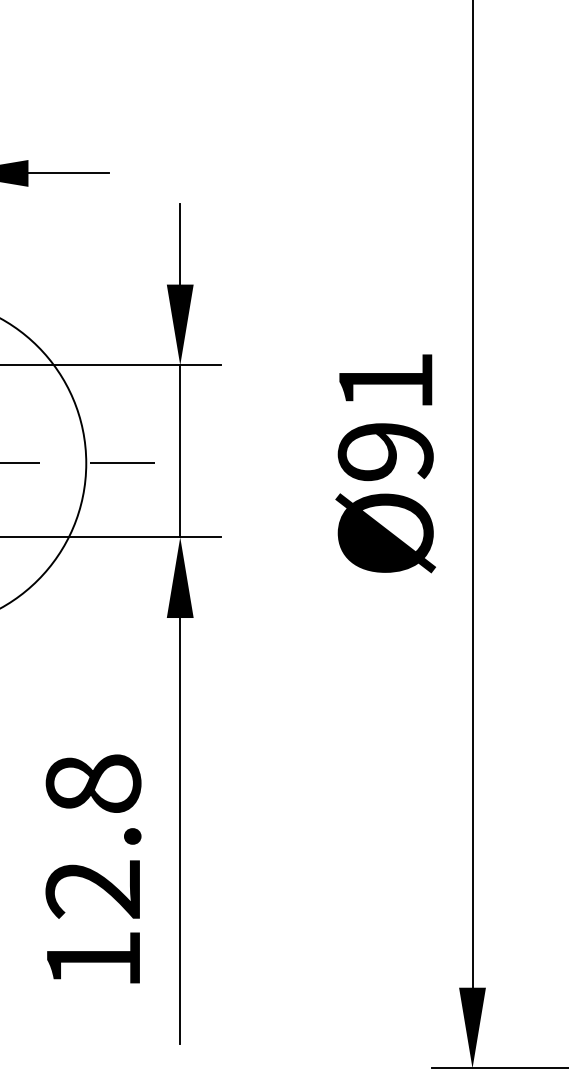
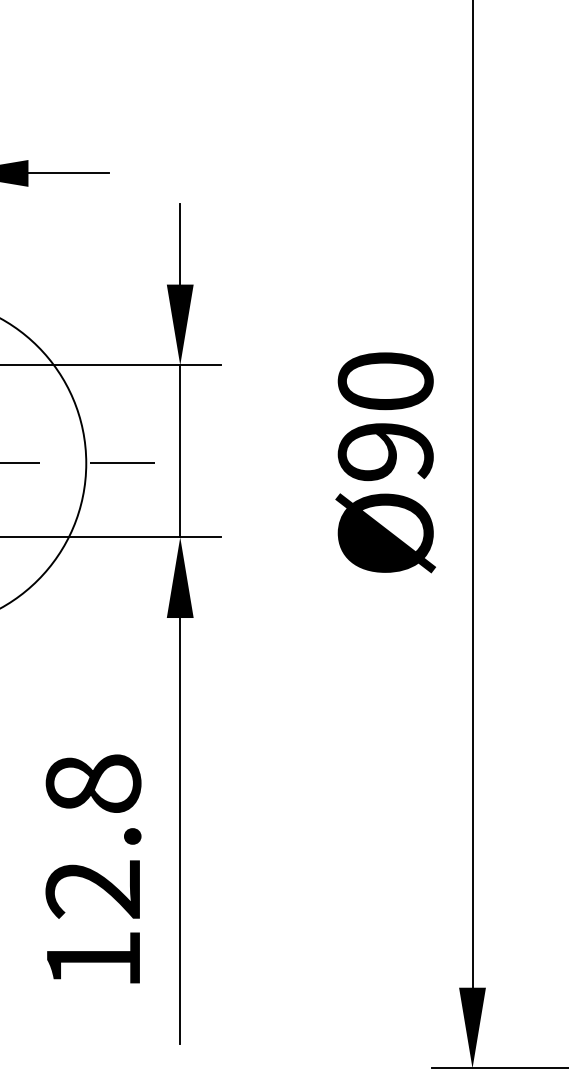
text at (385, 381): Ø91 -> Ø90
